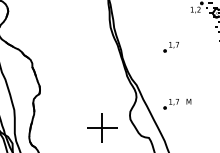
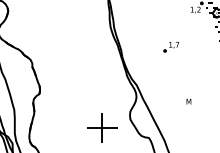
part at (170, 104): present -> none
